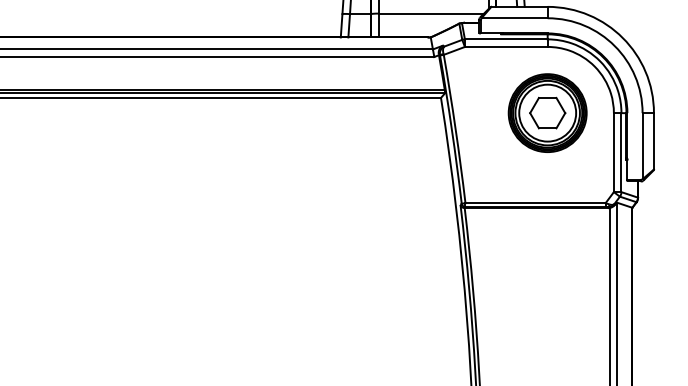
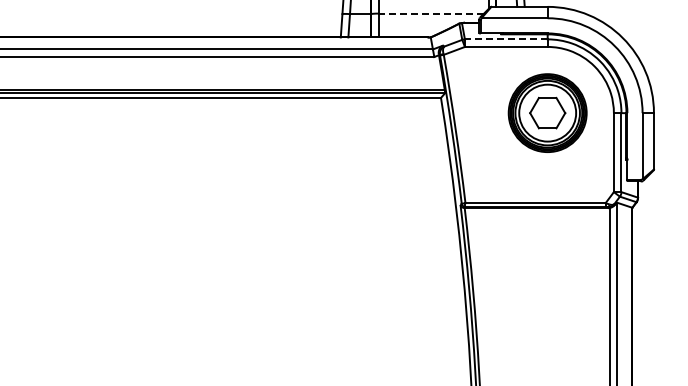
line at (431, 13): solid -> dashed
line at (505, 39): solid -> dashed
